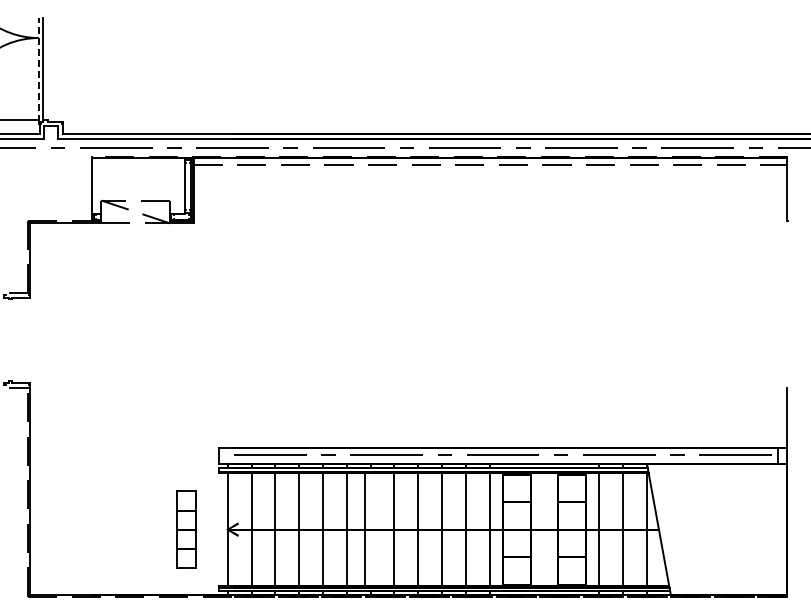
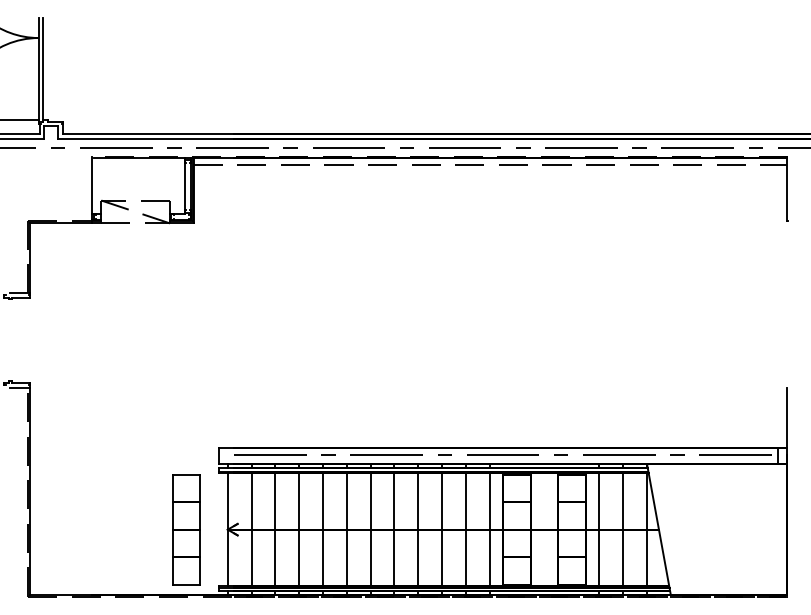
line at (38, 70): dashed -> solid
part at (186, 529) size: 21x79 px -> 29x112 px
line at (364, 529) position: (364, 529) -> (370, 529)
